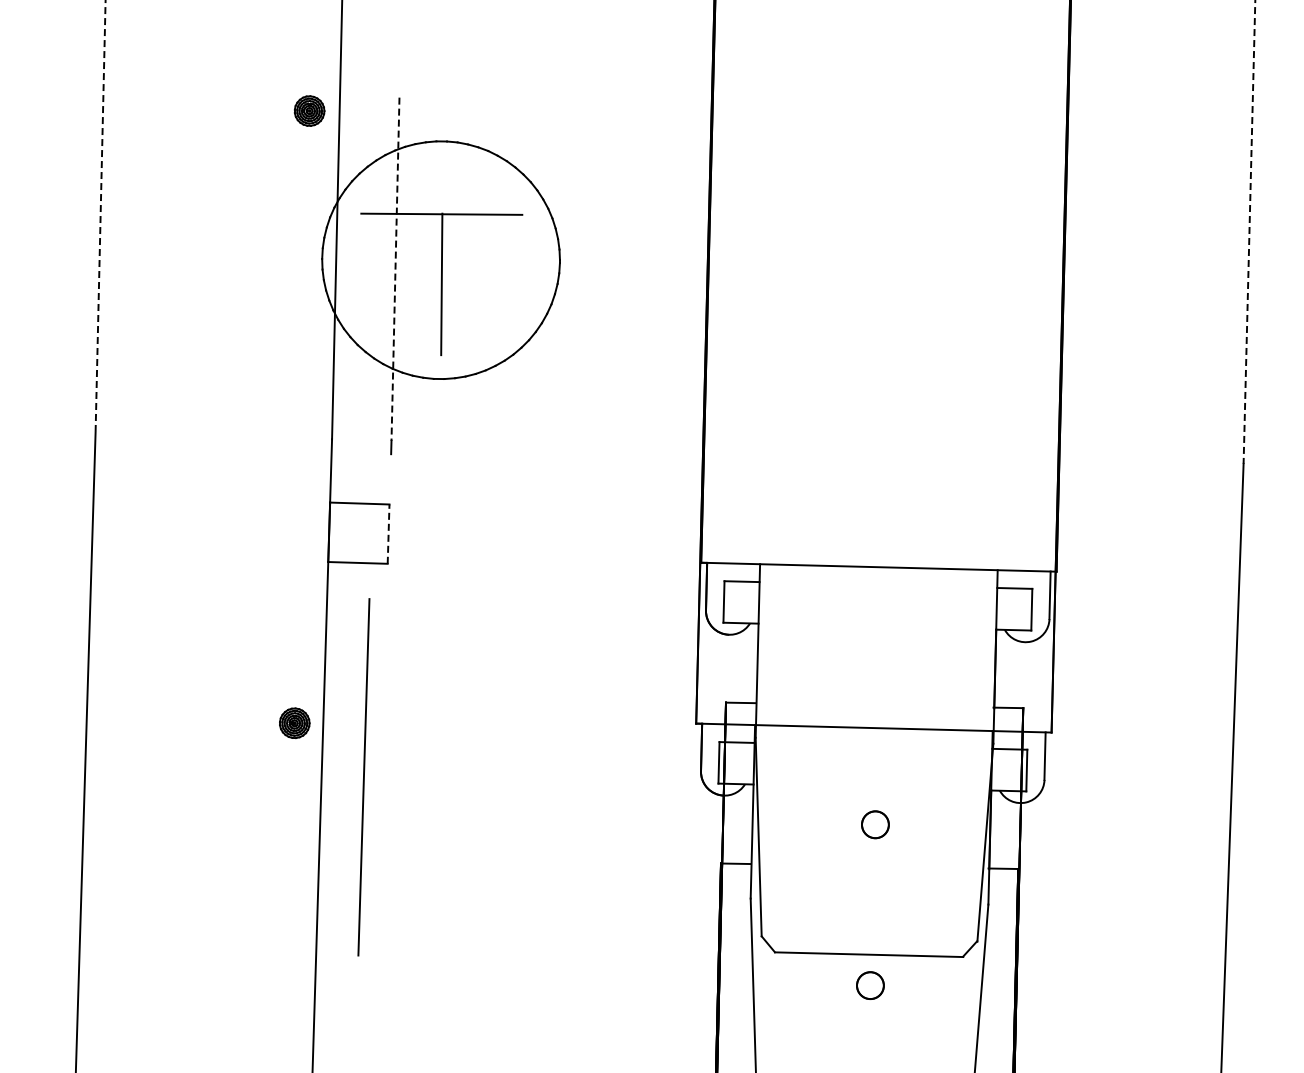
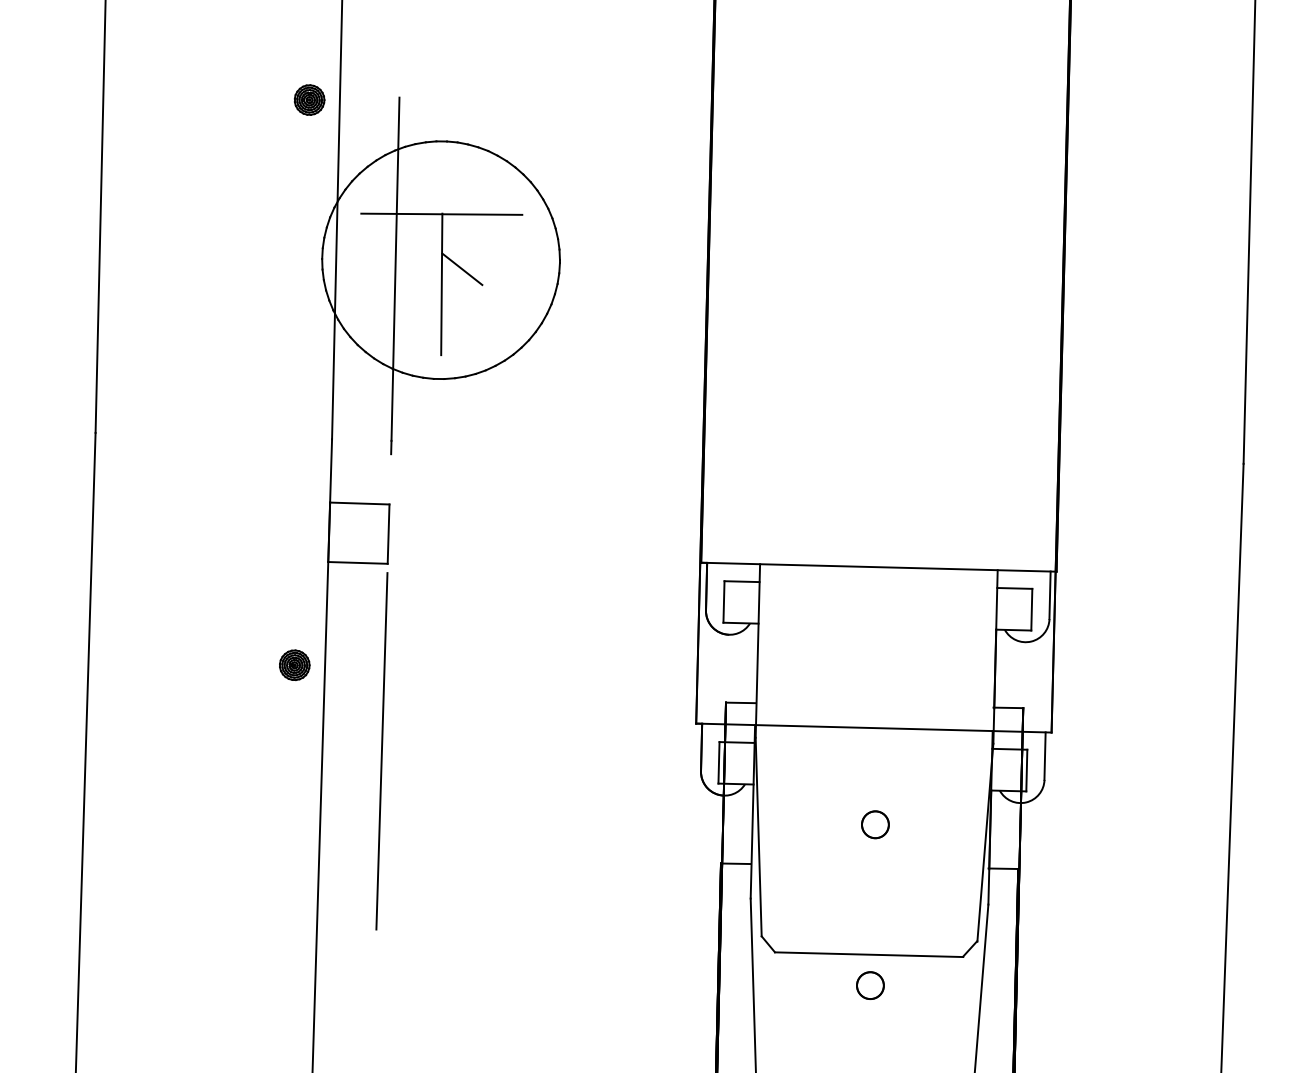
part at (309, 110) position: (309, 110) -> (309, 99)
line at (100, 216): dashed -> solid
line at (1249, 231): dashed -> solid
line at (395, 269): dashed -> solid
line at (462, 269): none -> present
line at (388, 534): dashed -> solid
part at (294, 723) position: (294, 723) -> (294, 665)
line at (363, 777) position: (363, 777) -> (381, 751)
